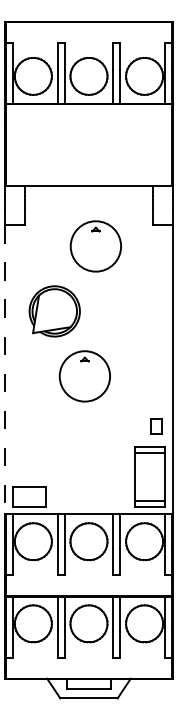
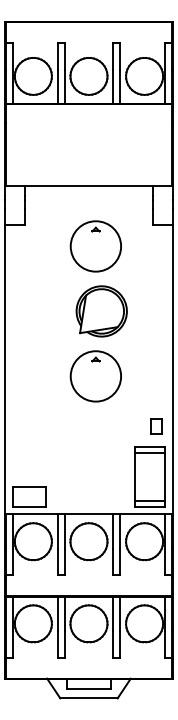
part at (54, 311) position: (54, 311) -> (101, 311)
line at (5, 369): dashed -> solid
part at (84, 376) position: (84, 376) -> (95, 376)
